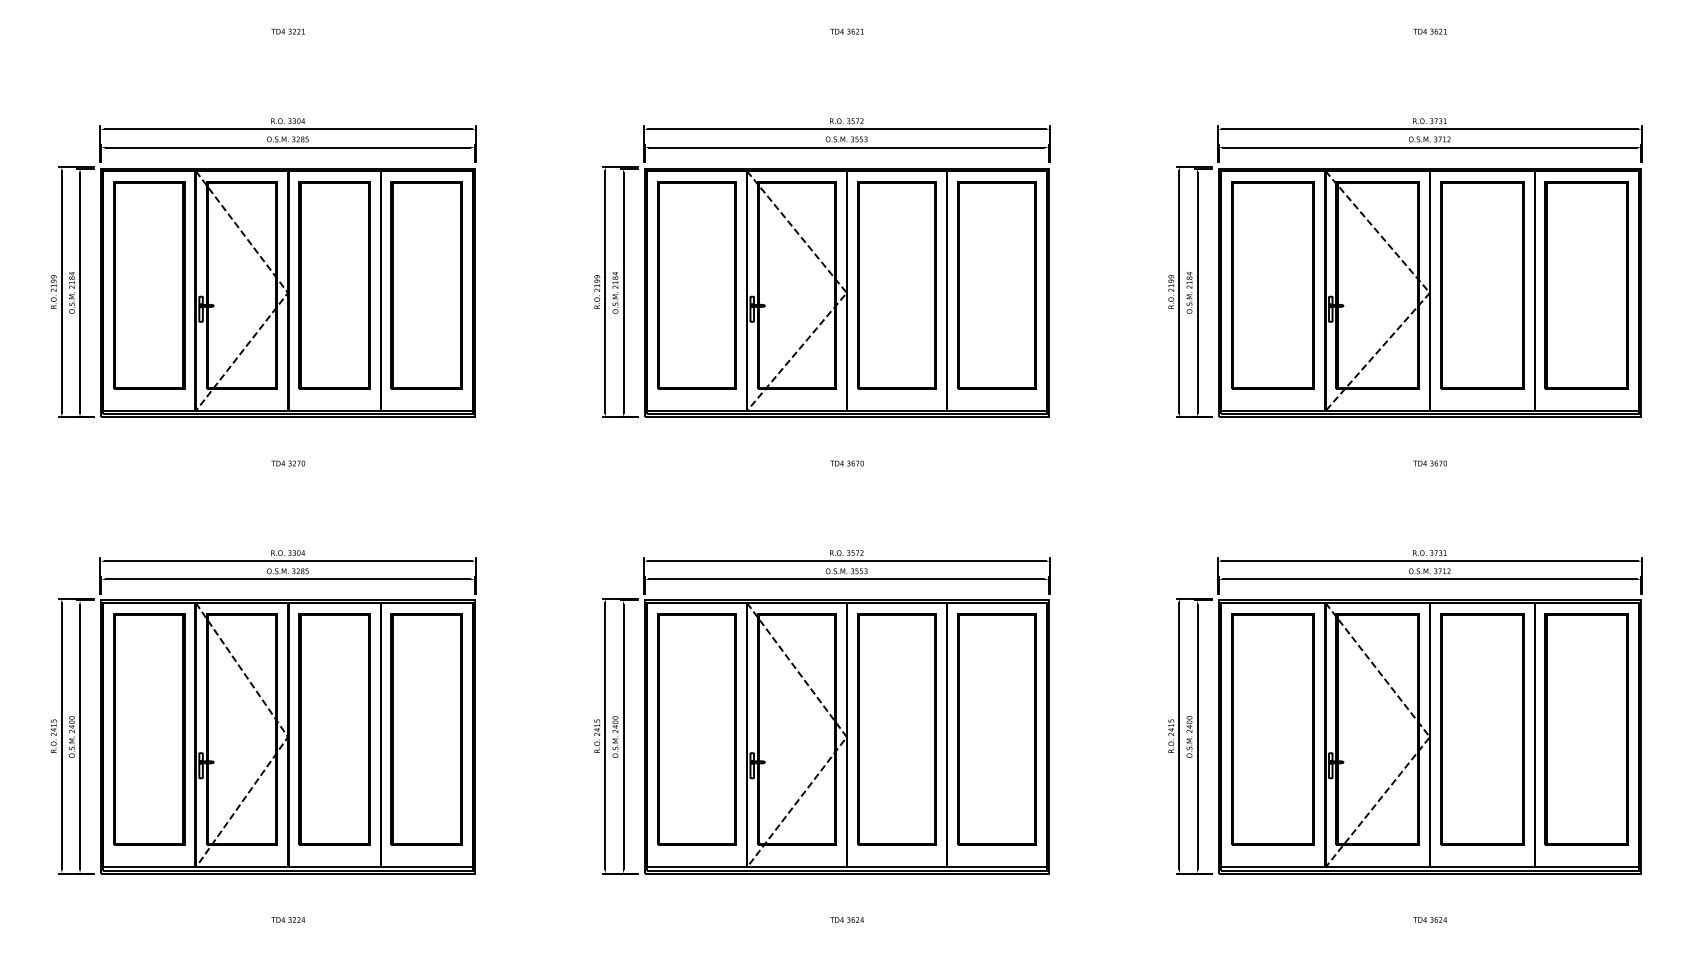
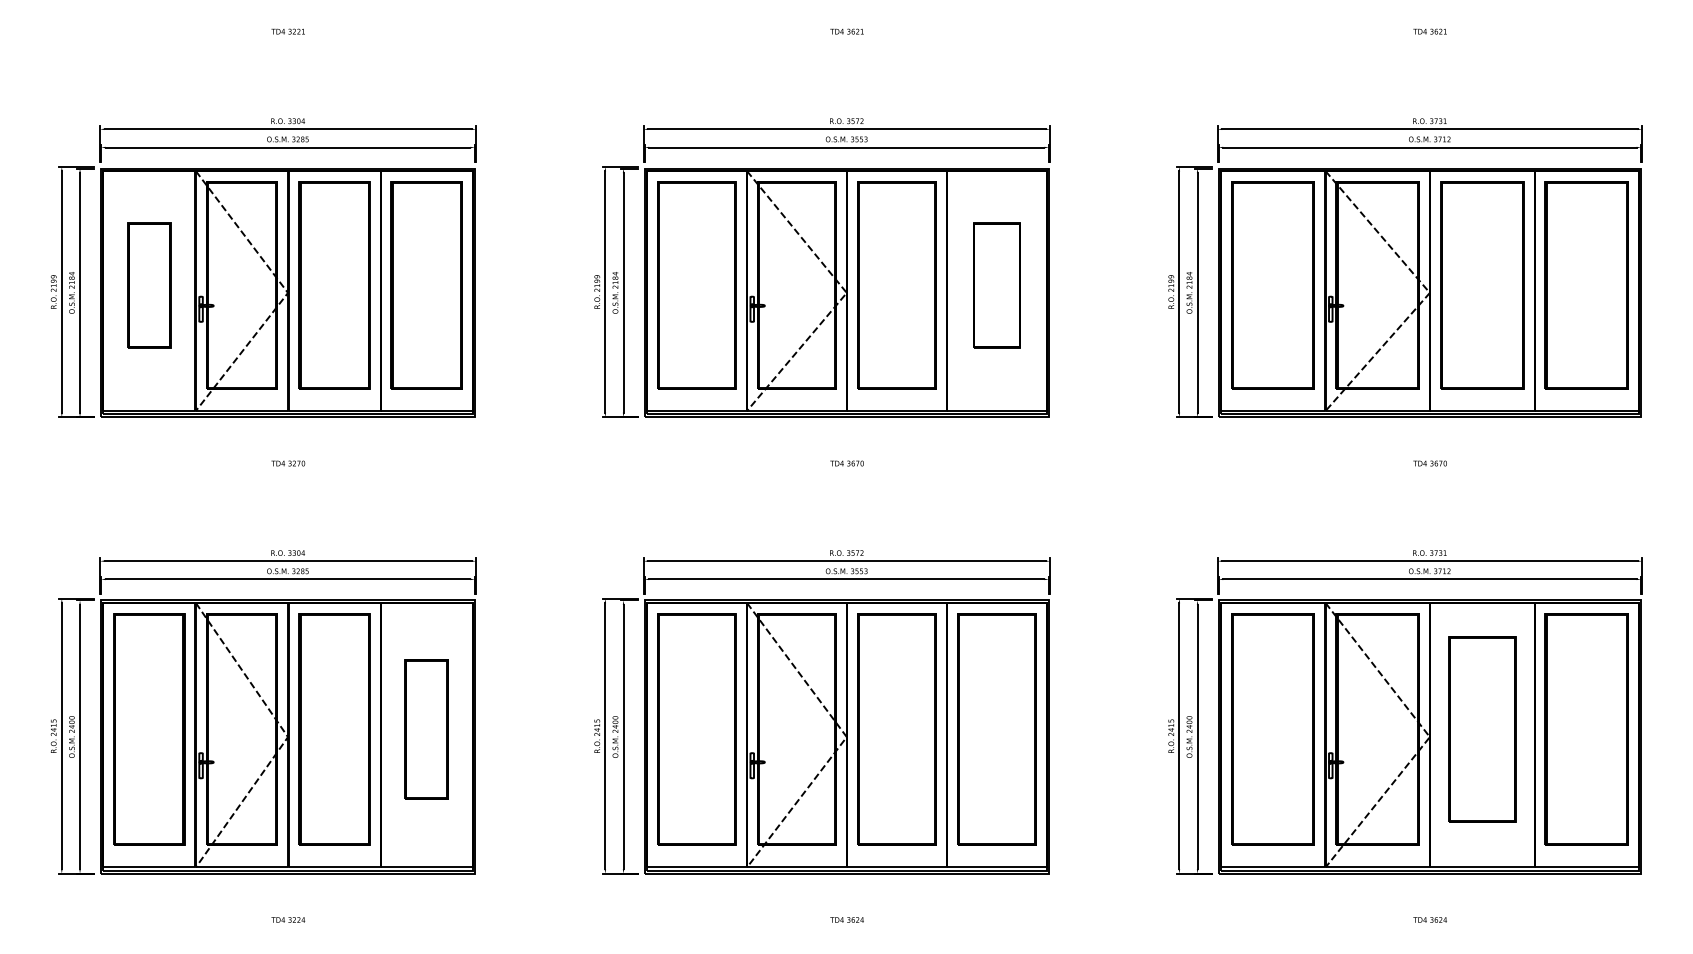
part at (149, 285) size: 73x209 px -> 45x127 px
part at (996, 285) size: 80x209 px -> 48x127 px
part at (426, 729) size: 73x233 px -> 45x141 px
part at (1482, 729) size: 85x233 px -> 69x187 px
